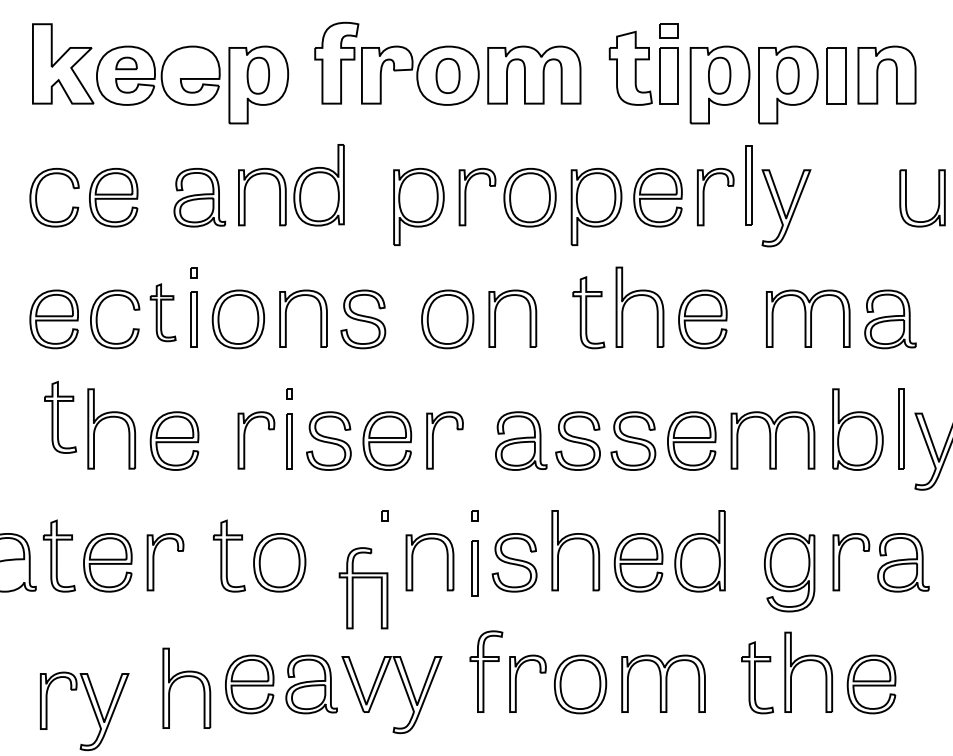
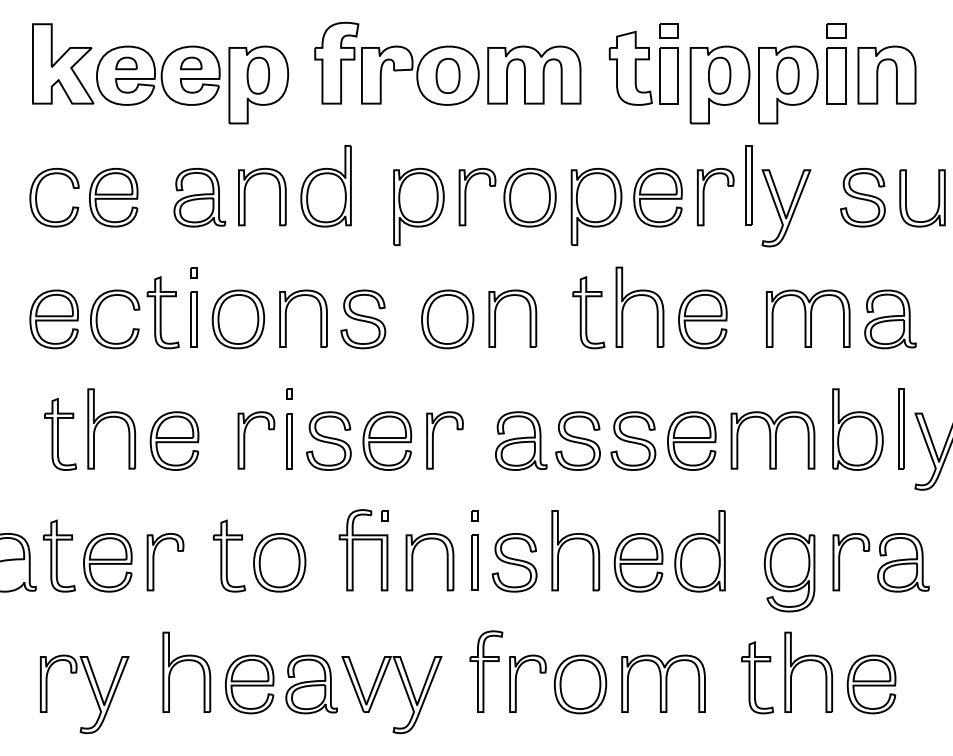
part at (836, 30): none -> present
part at (191, 63): none -> present
part at (318, 185) position: (318, 185) -> (325, 186)
part at (862, 197): none -> present
part at (162, 312) size: 28x60 px -> 34x74 px
part at (60, 416) position: (60, 416) -> (60, 433)
part at (474, 568) position: (474, 568) -> (474, 562)
part at (363, 578) position: (363, 578) -> (363, 540)
part at (186, 677) position: (186, 677) -> (186, 661)
part at (92, 708) position: (92, 708) -> (92, 691)
